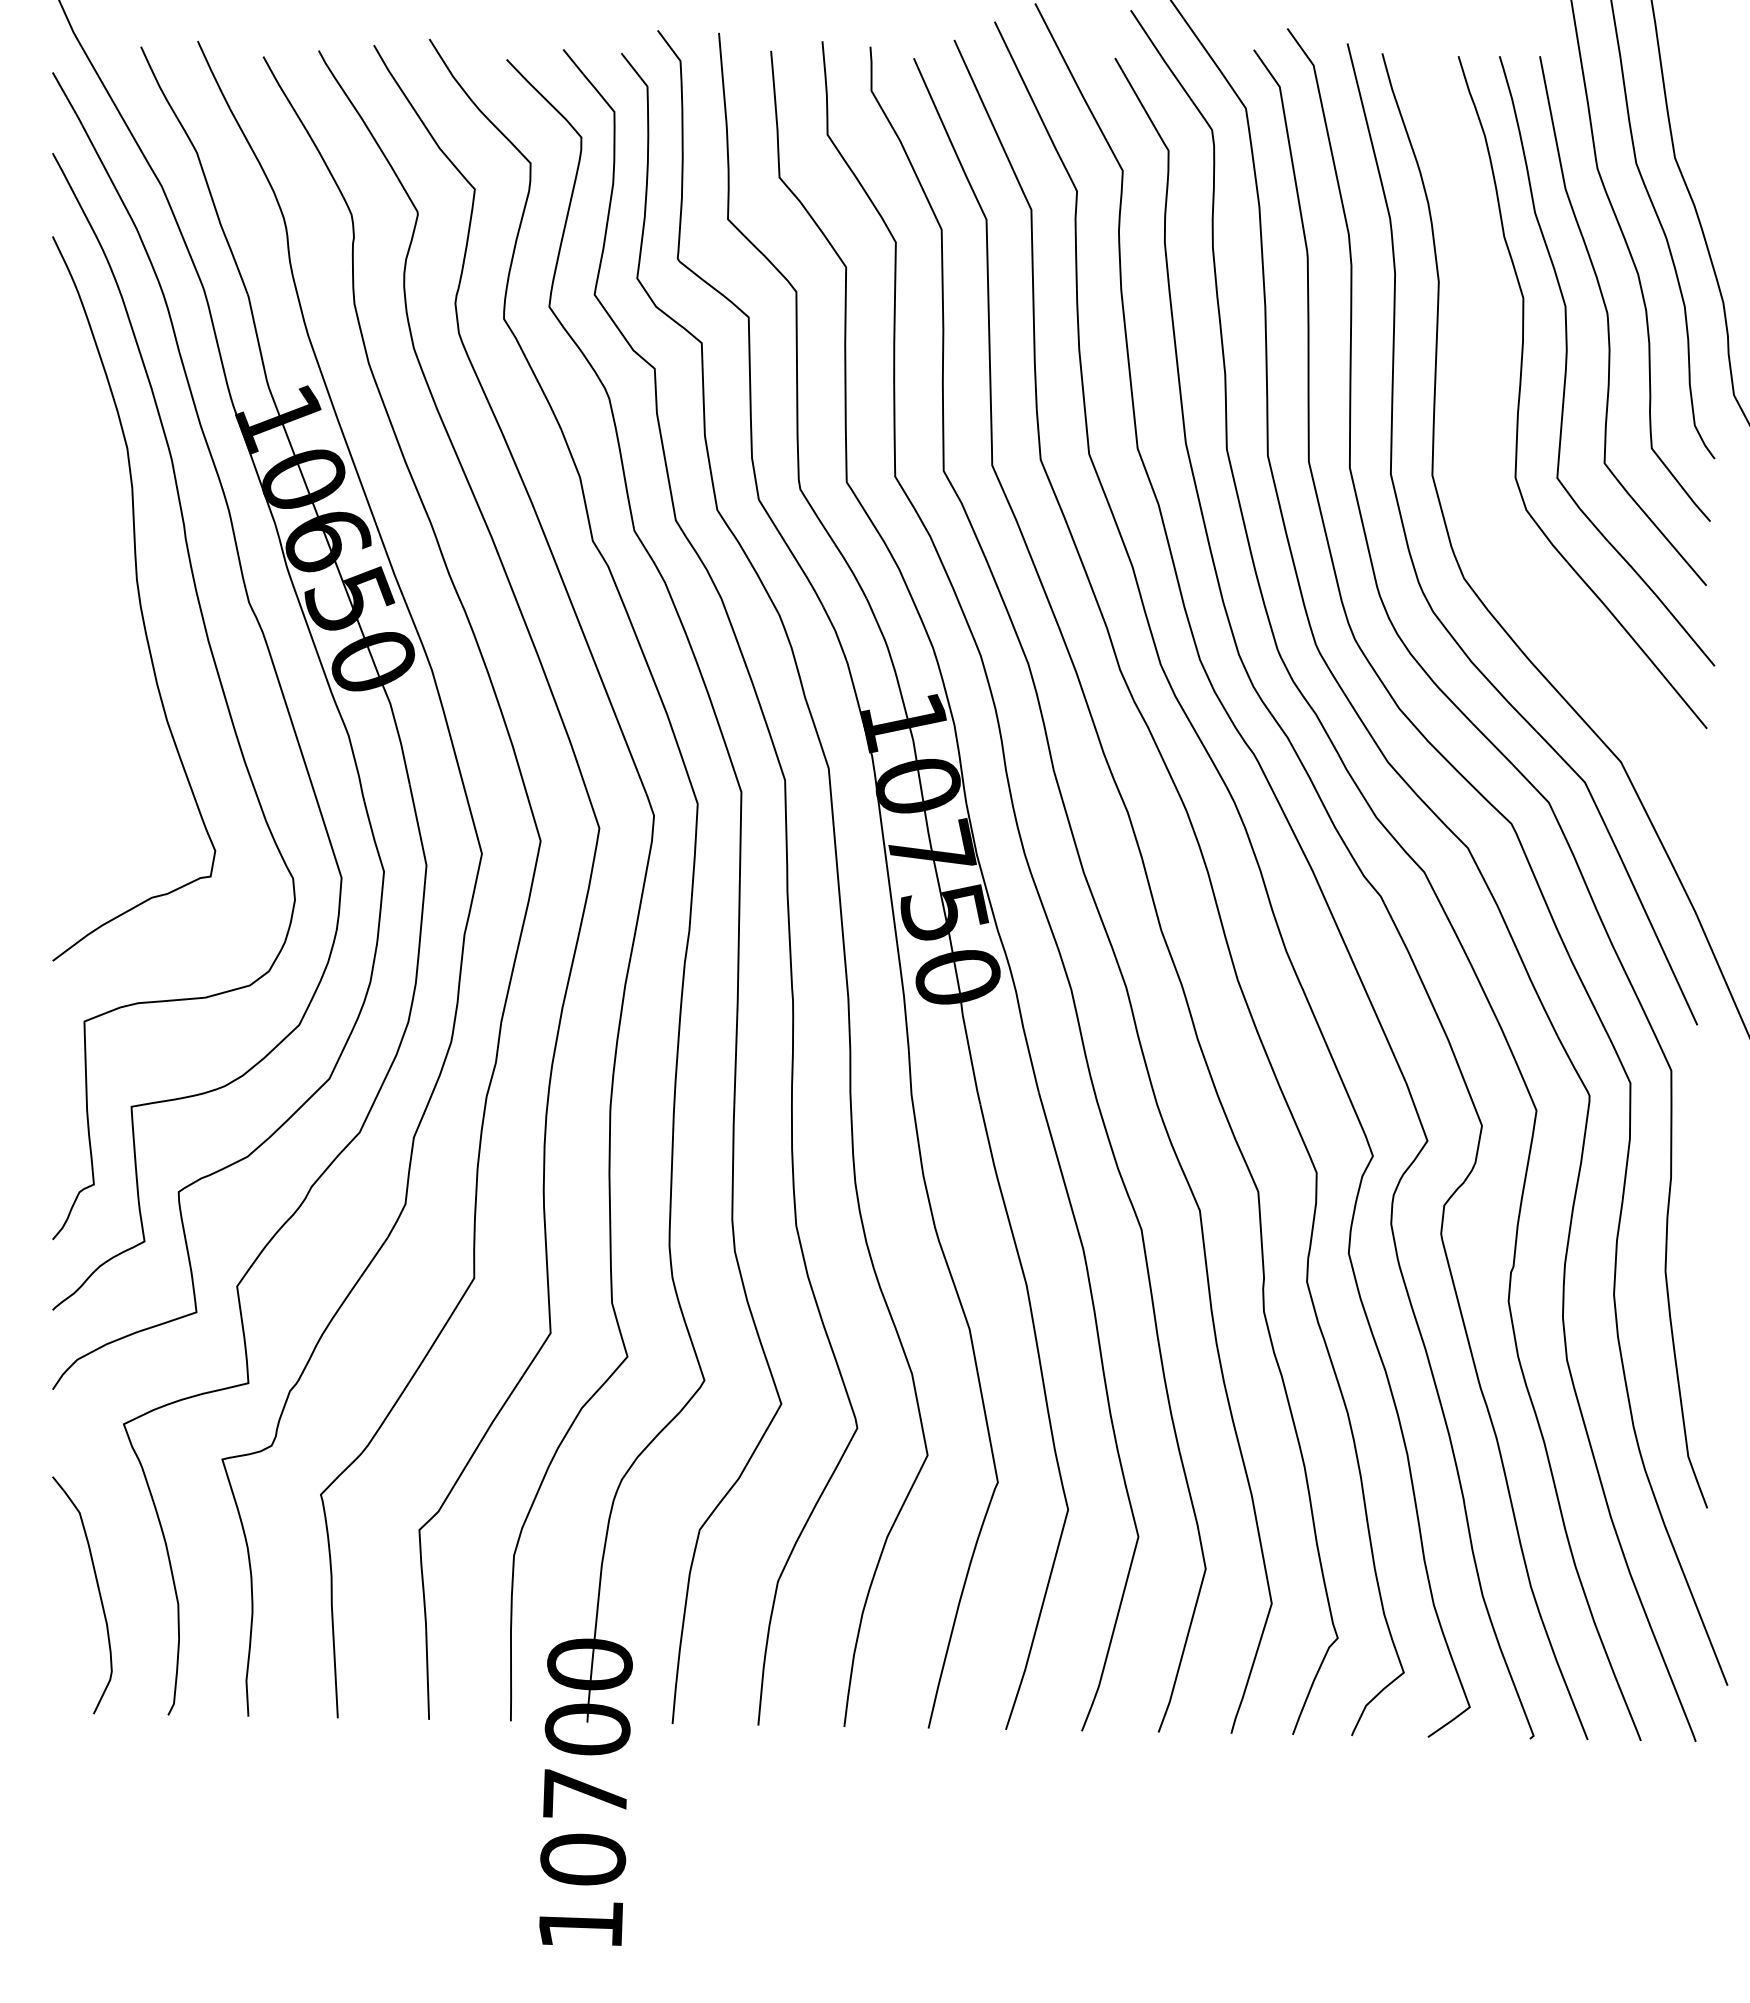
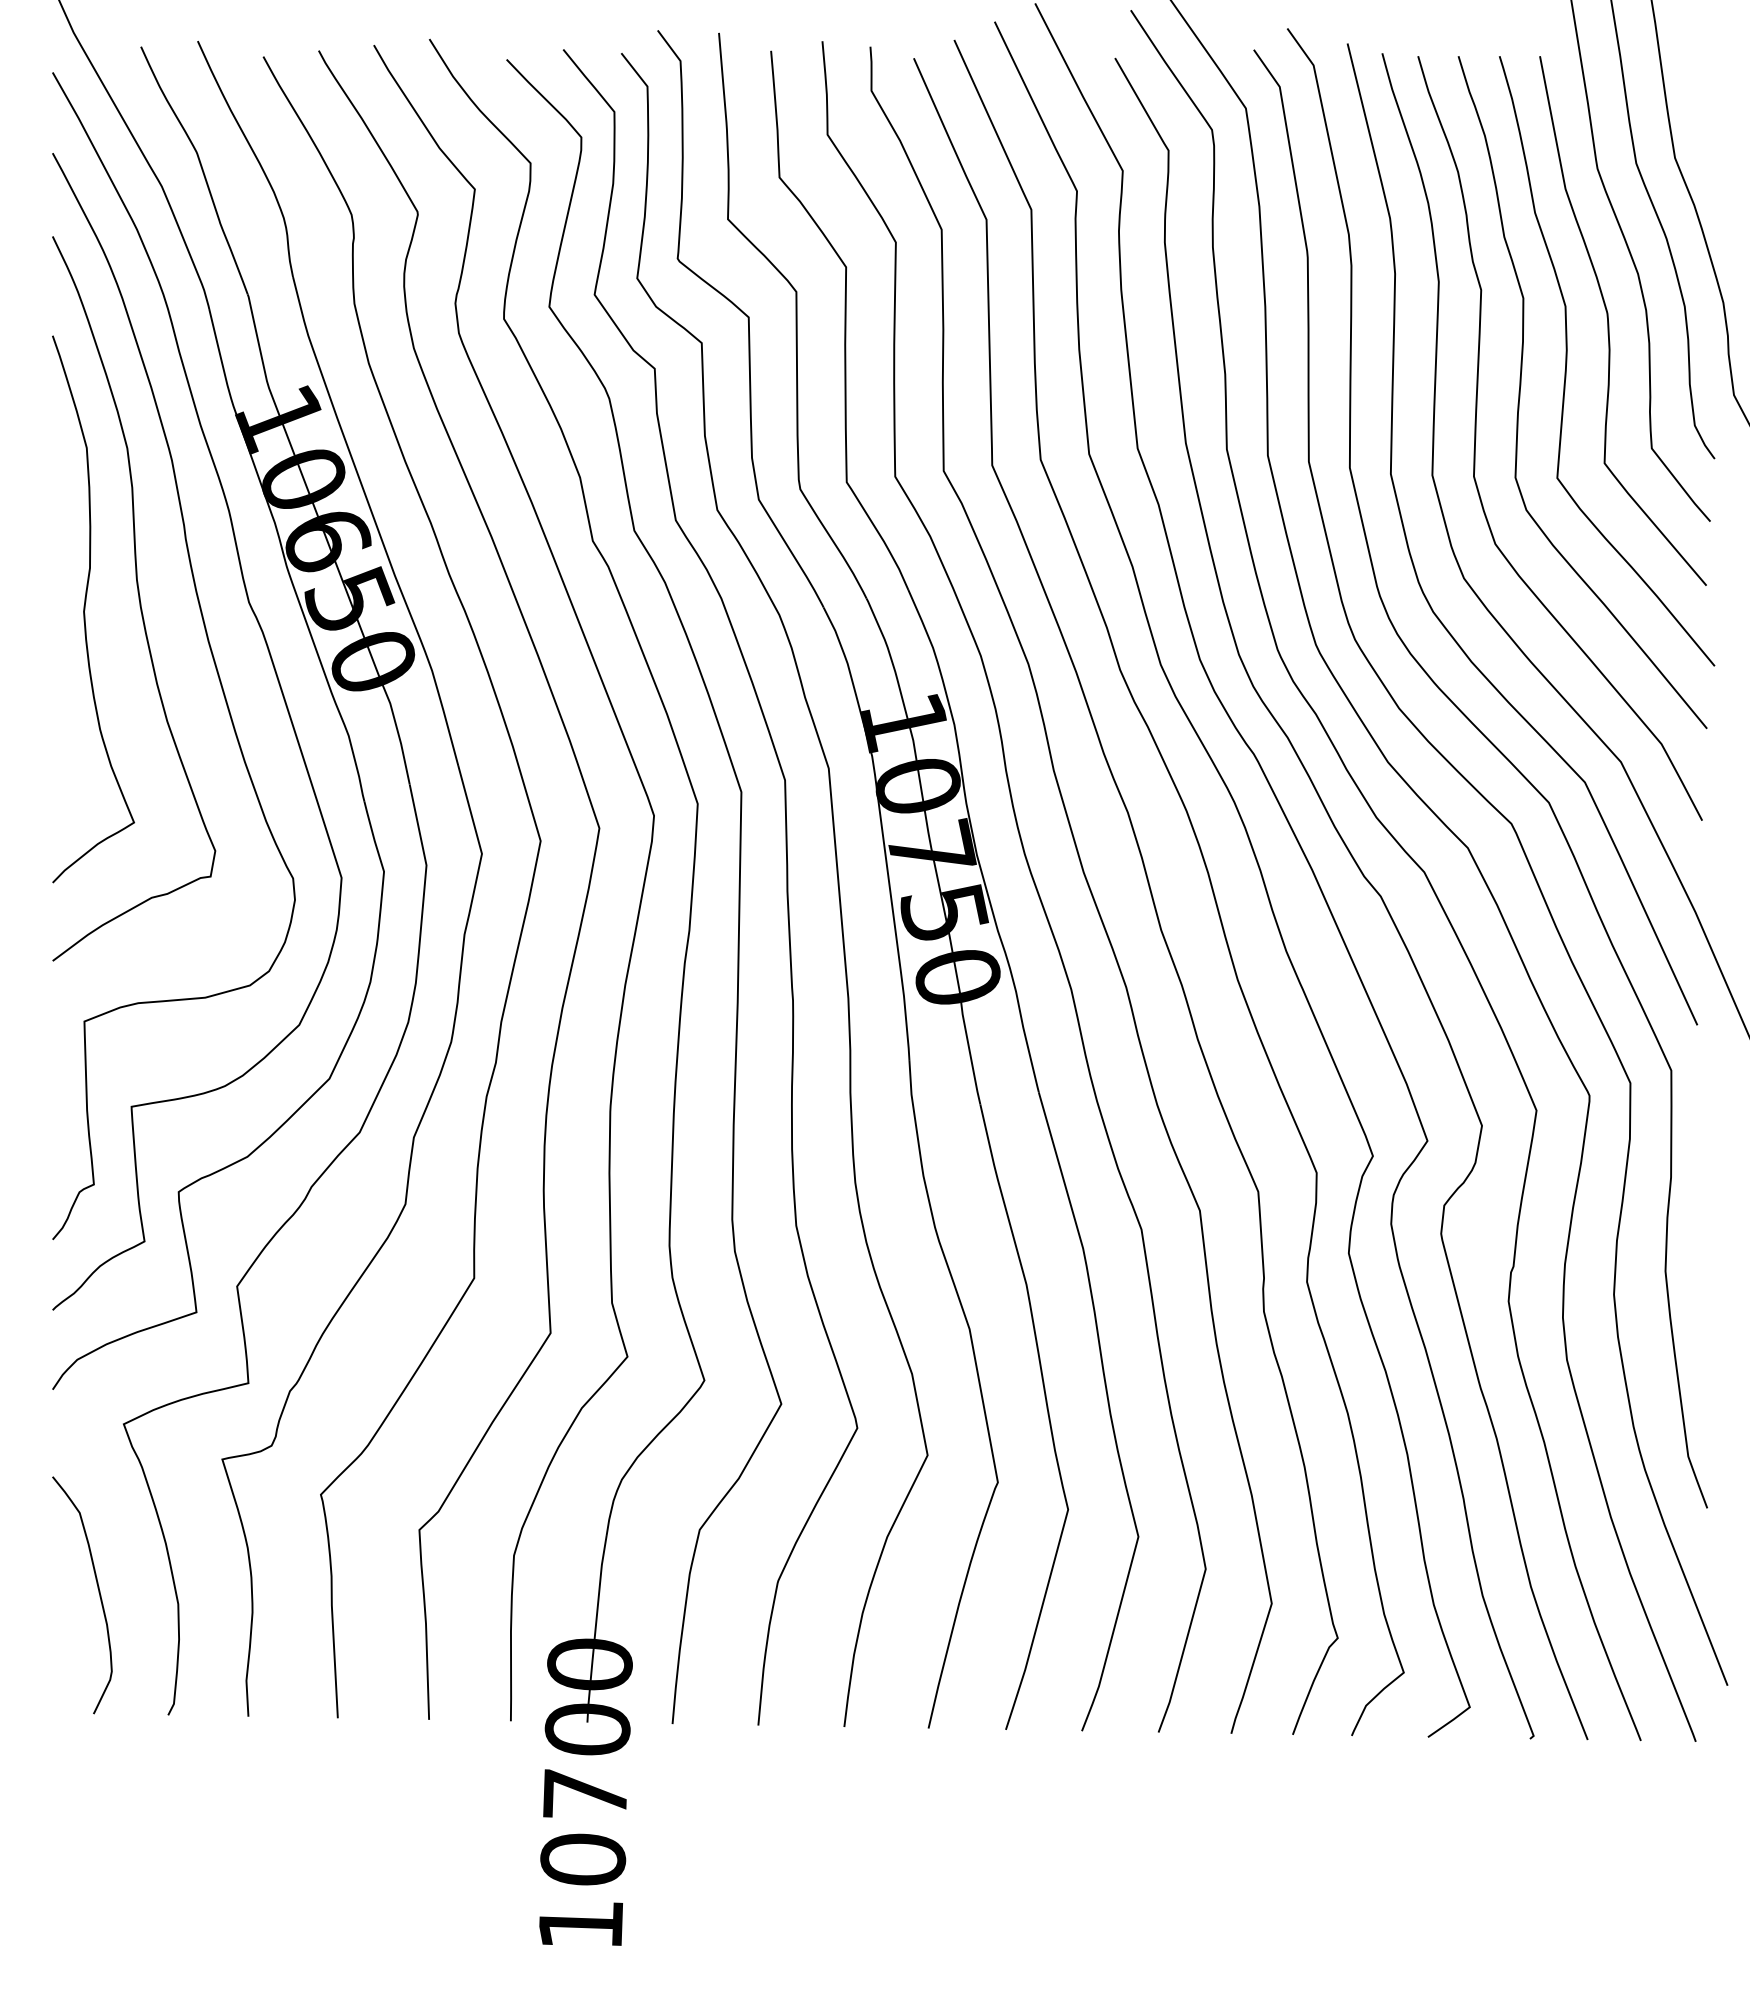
curve at (1476, 438): none -> present
curve at (85, 609): none -> present
